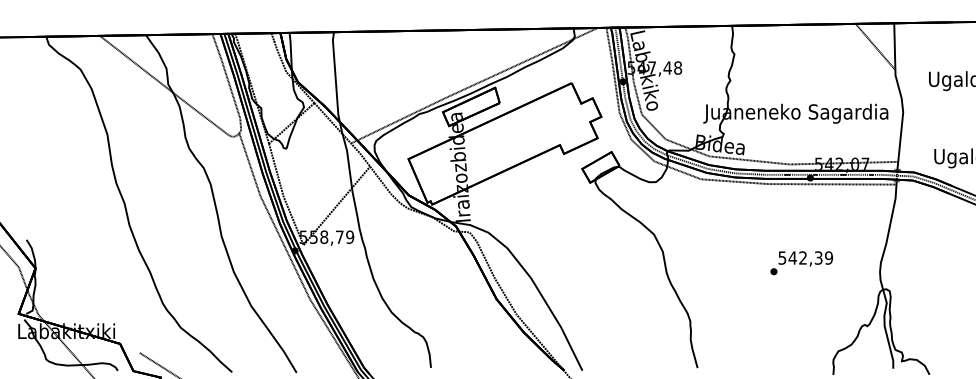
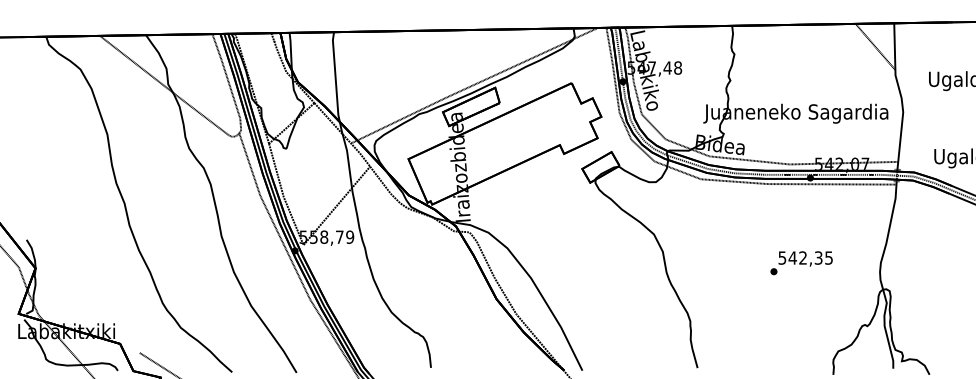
text at (829, 257): 542,39 -> 542,35
